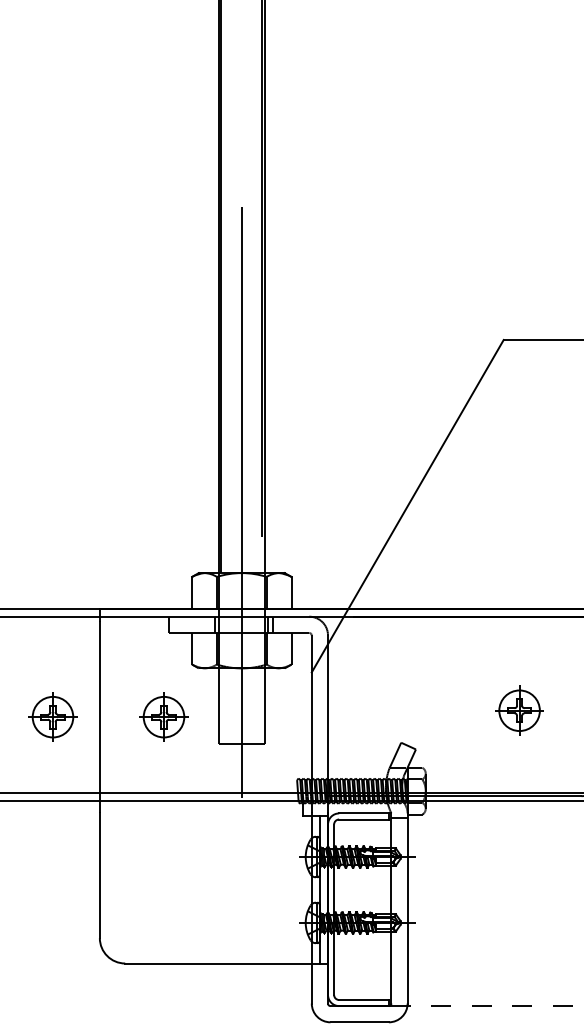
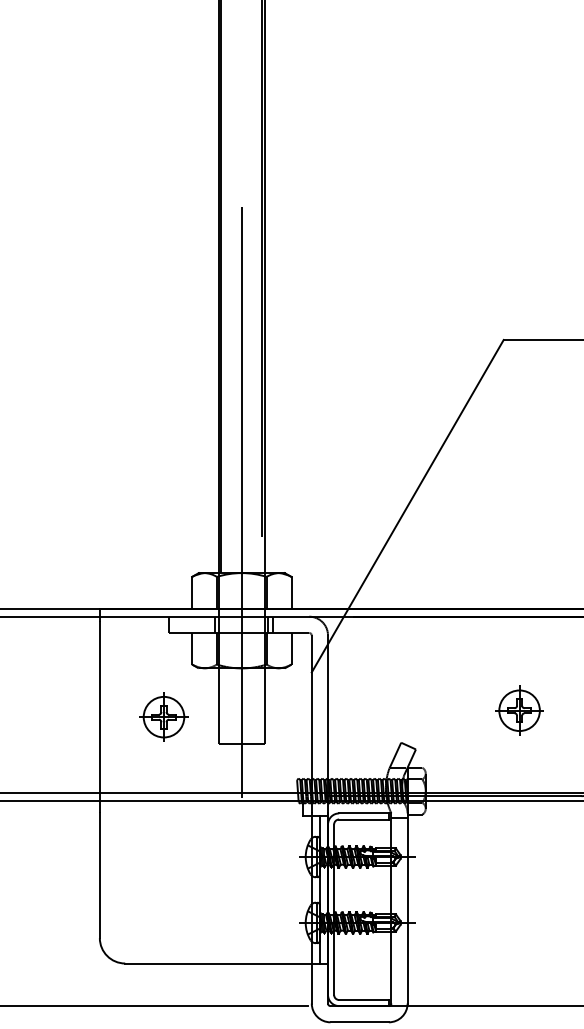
part at (52, 716): present -> none
line at (154, 1006): none -> present
line at (487, 1006): dashed -> solid
